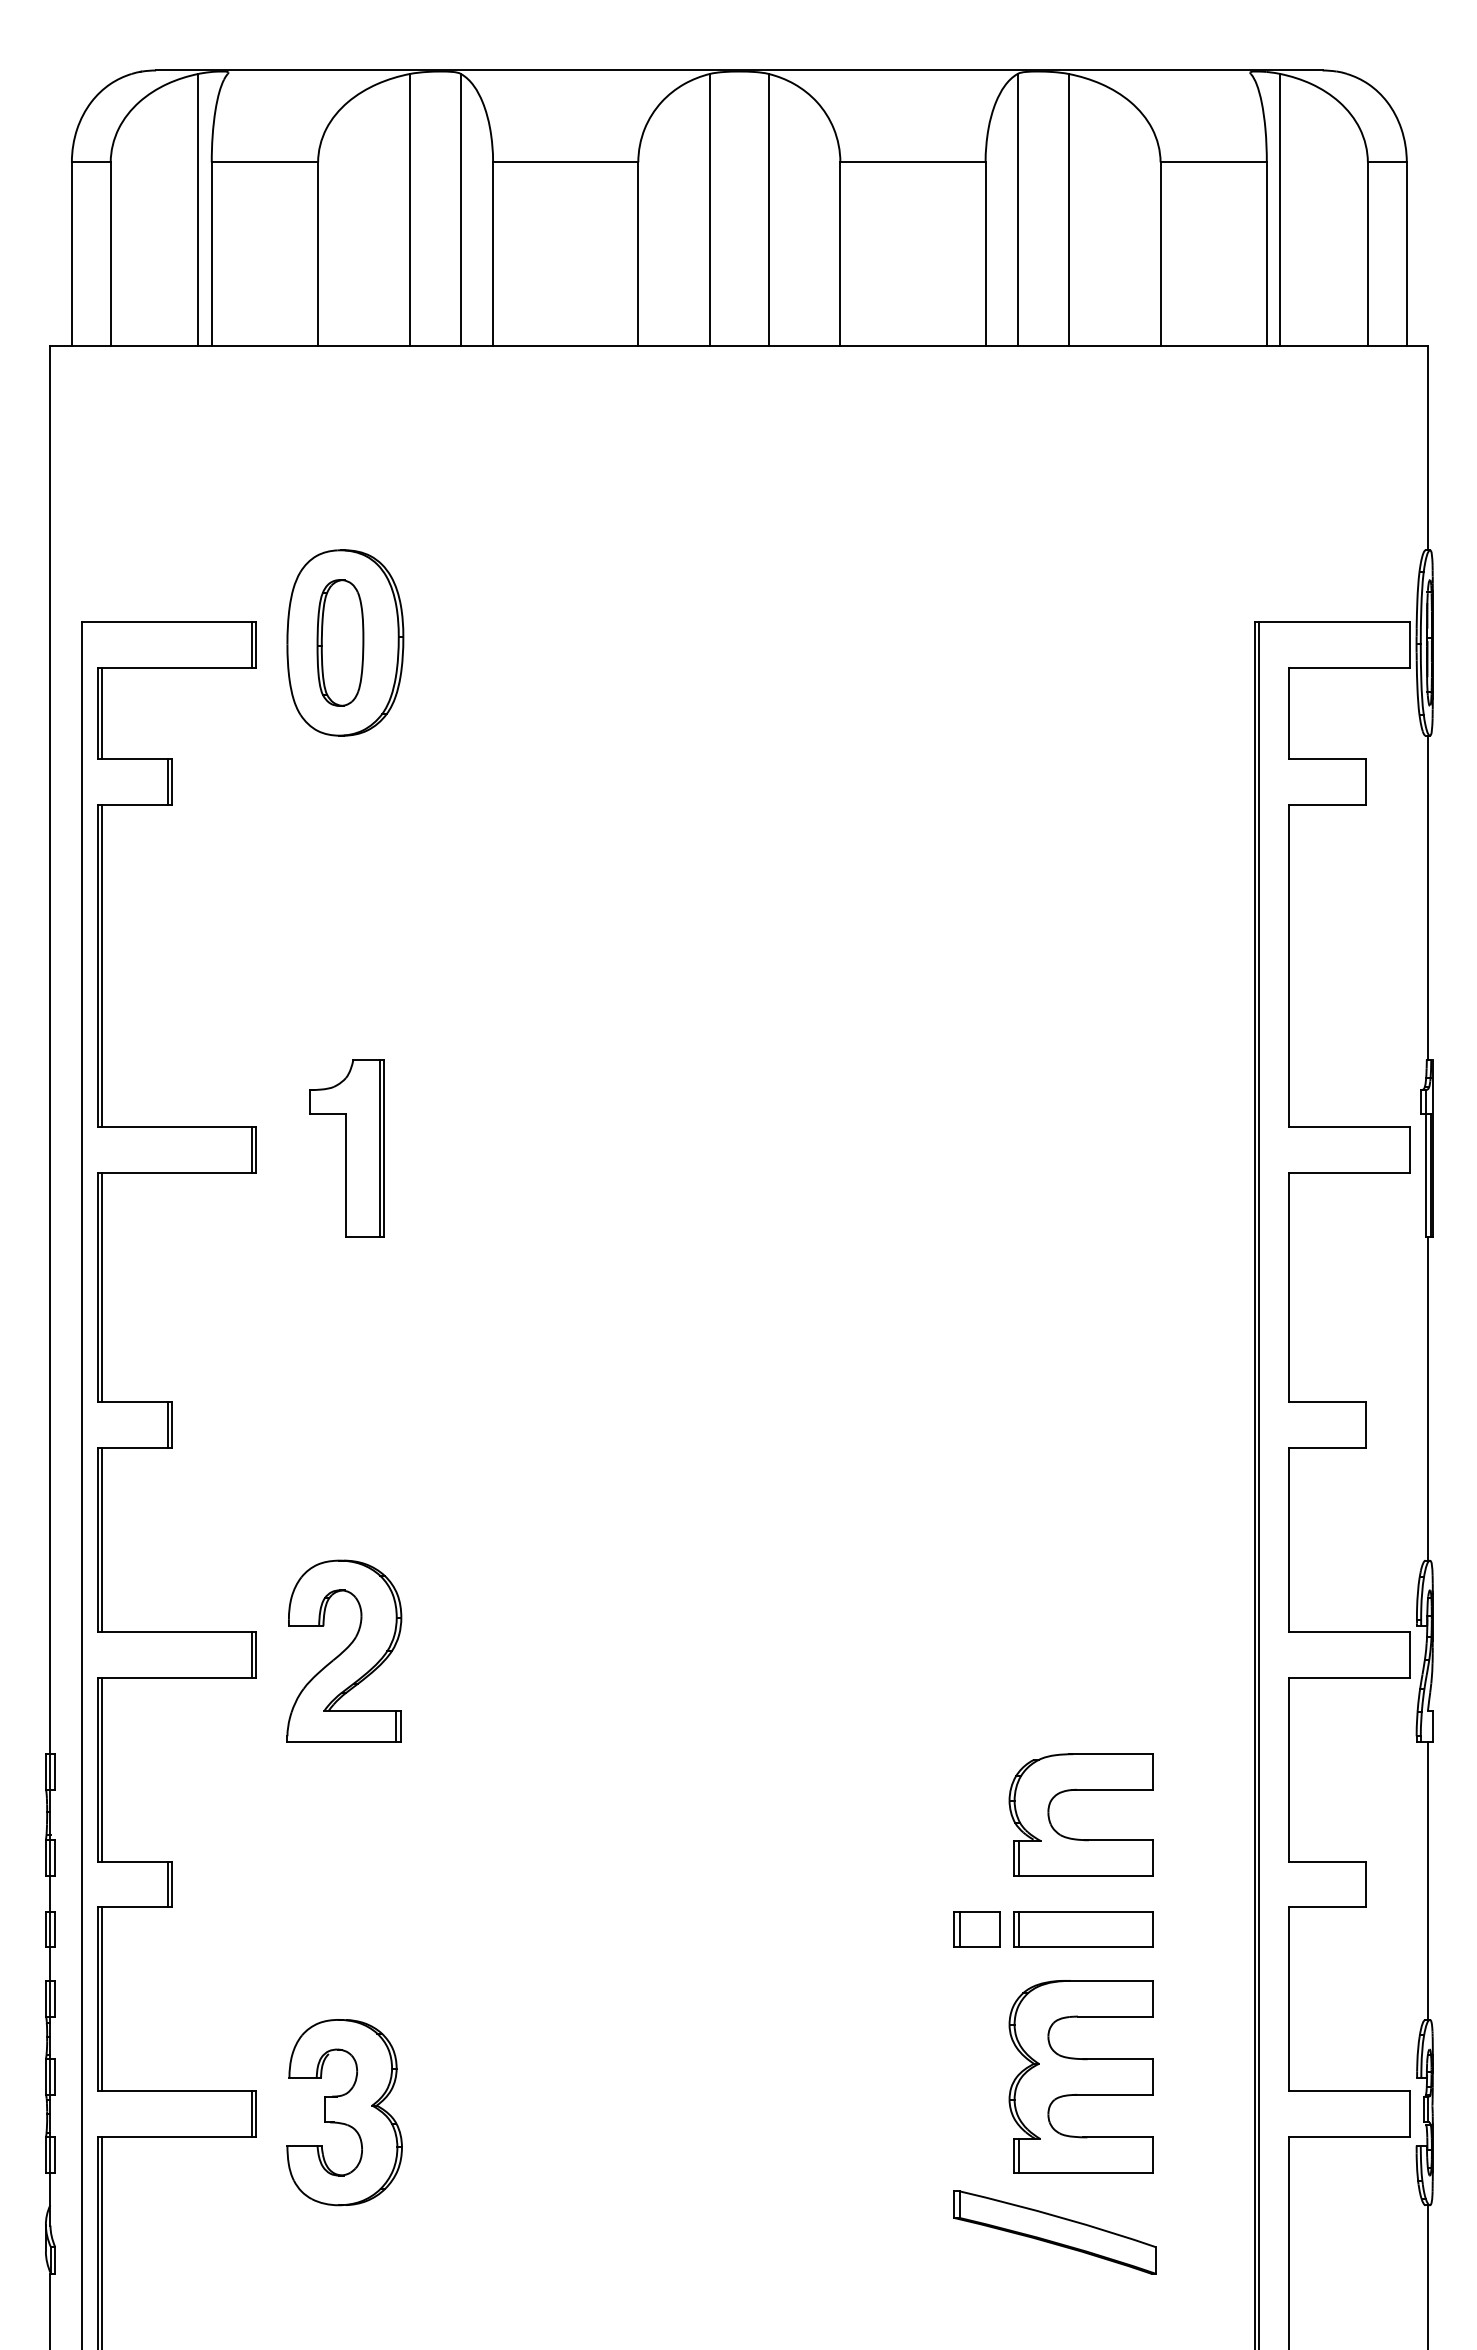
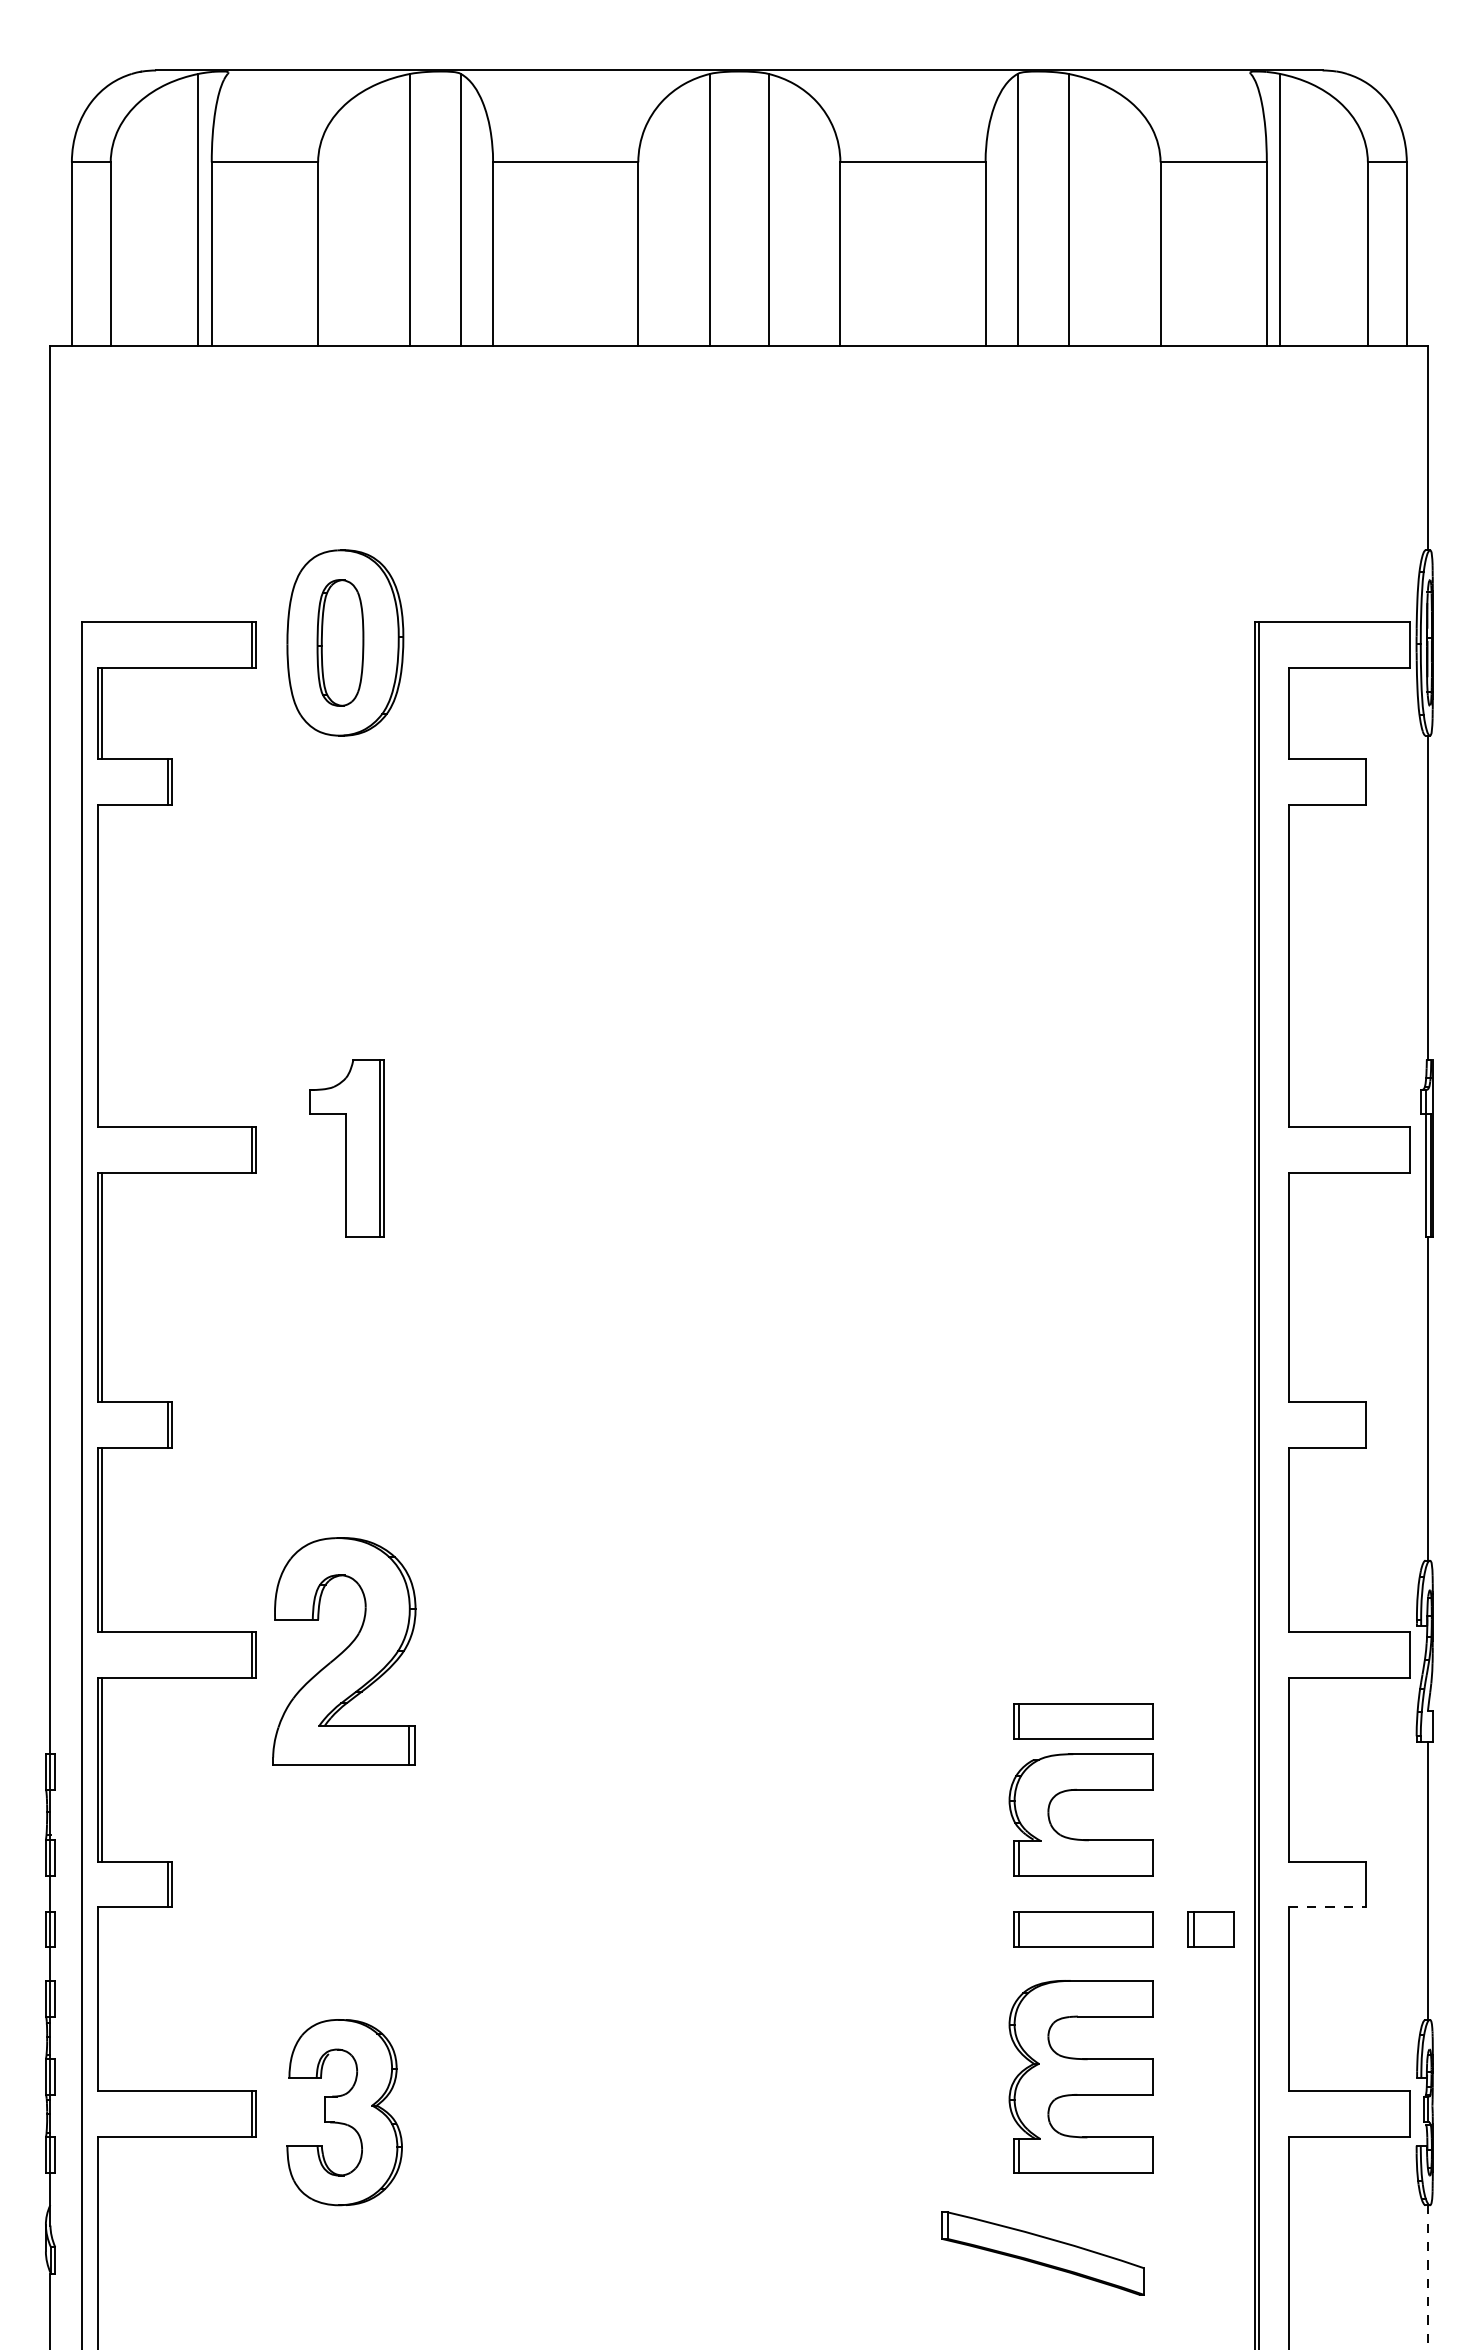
line at (102, 965): present -> none
part at (344, 1650) size: 117x184 px -> 145x229 px
part at (1083, 1721): none -> present
line at (1327, 1907): solid -> dashed
part at (976, 1929) position: (976, 1929) -> (1210, 1929)
line at (102, 1999): present -> none
part at (1054, 2232) position: (1054, 2232) -> (1042, 2253)
line at (102, 2241): present -> none
line at (1428, 2277): solid -> dashed
